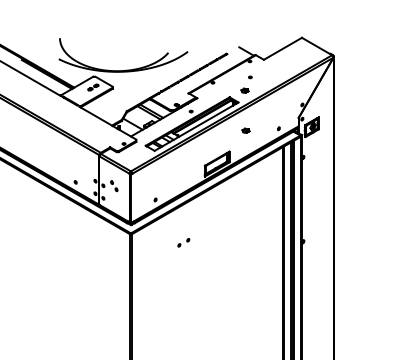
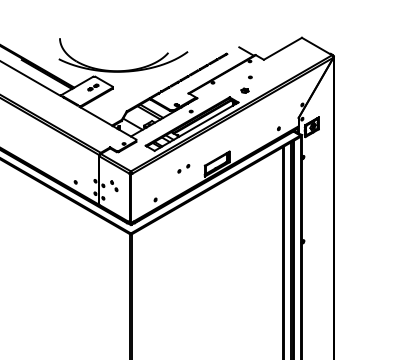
part at (245, 130): present -> none
part at (183, 242) position: (183, 242) -> (183, 168)
